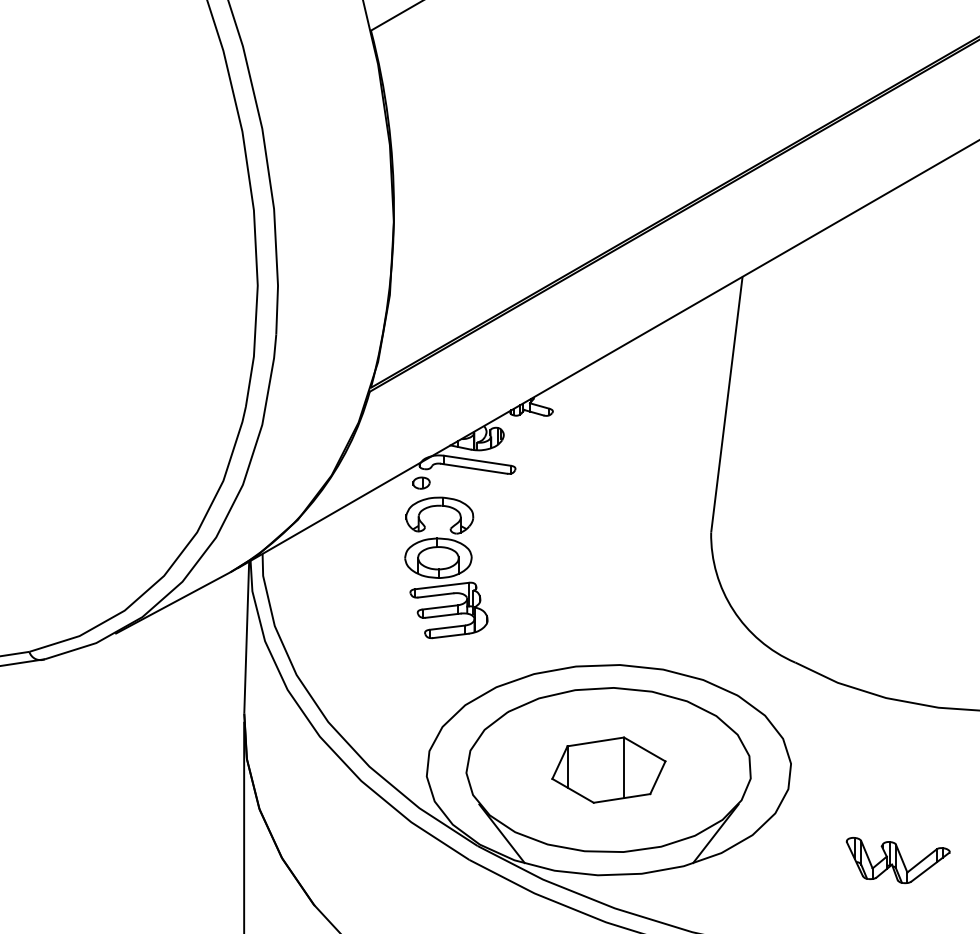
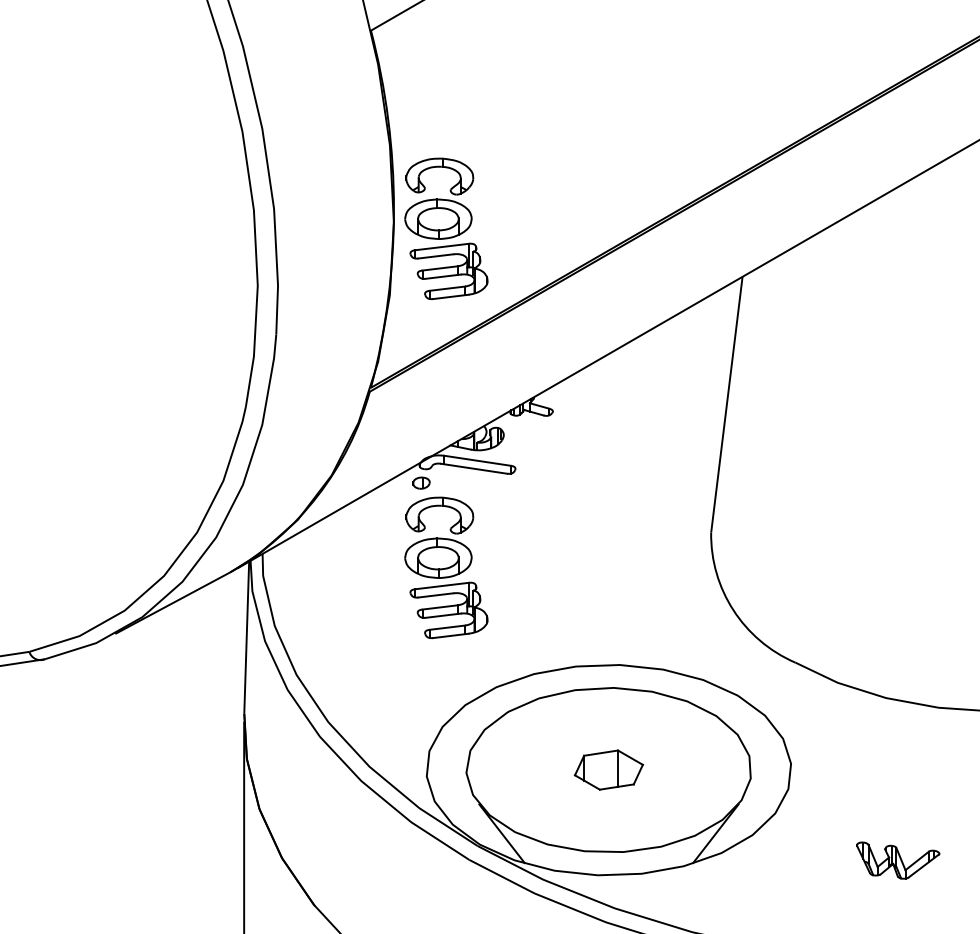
part at (446, 228): none -> present
part at (608, 769) size: 116x68 px -> 71x42 px
part at (897, 860) size: 106x48 px -> 85x39 px
